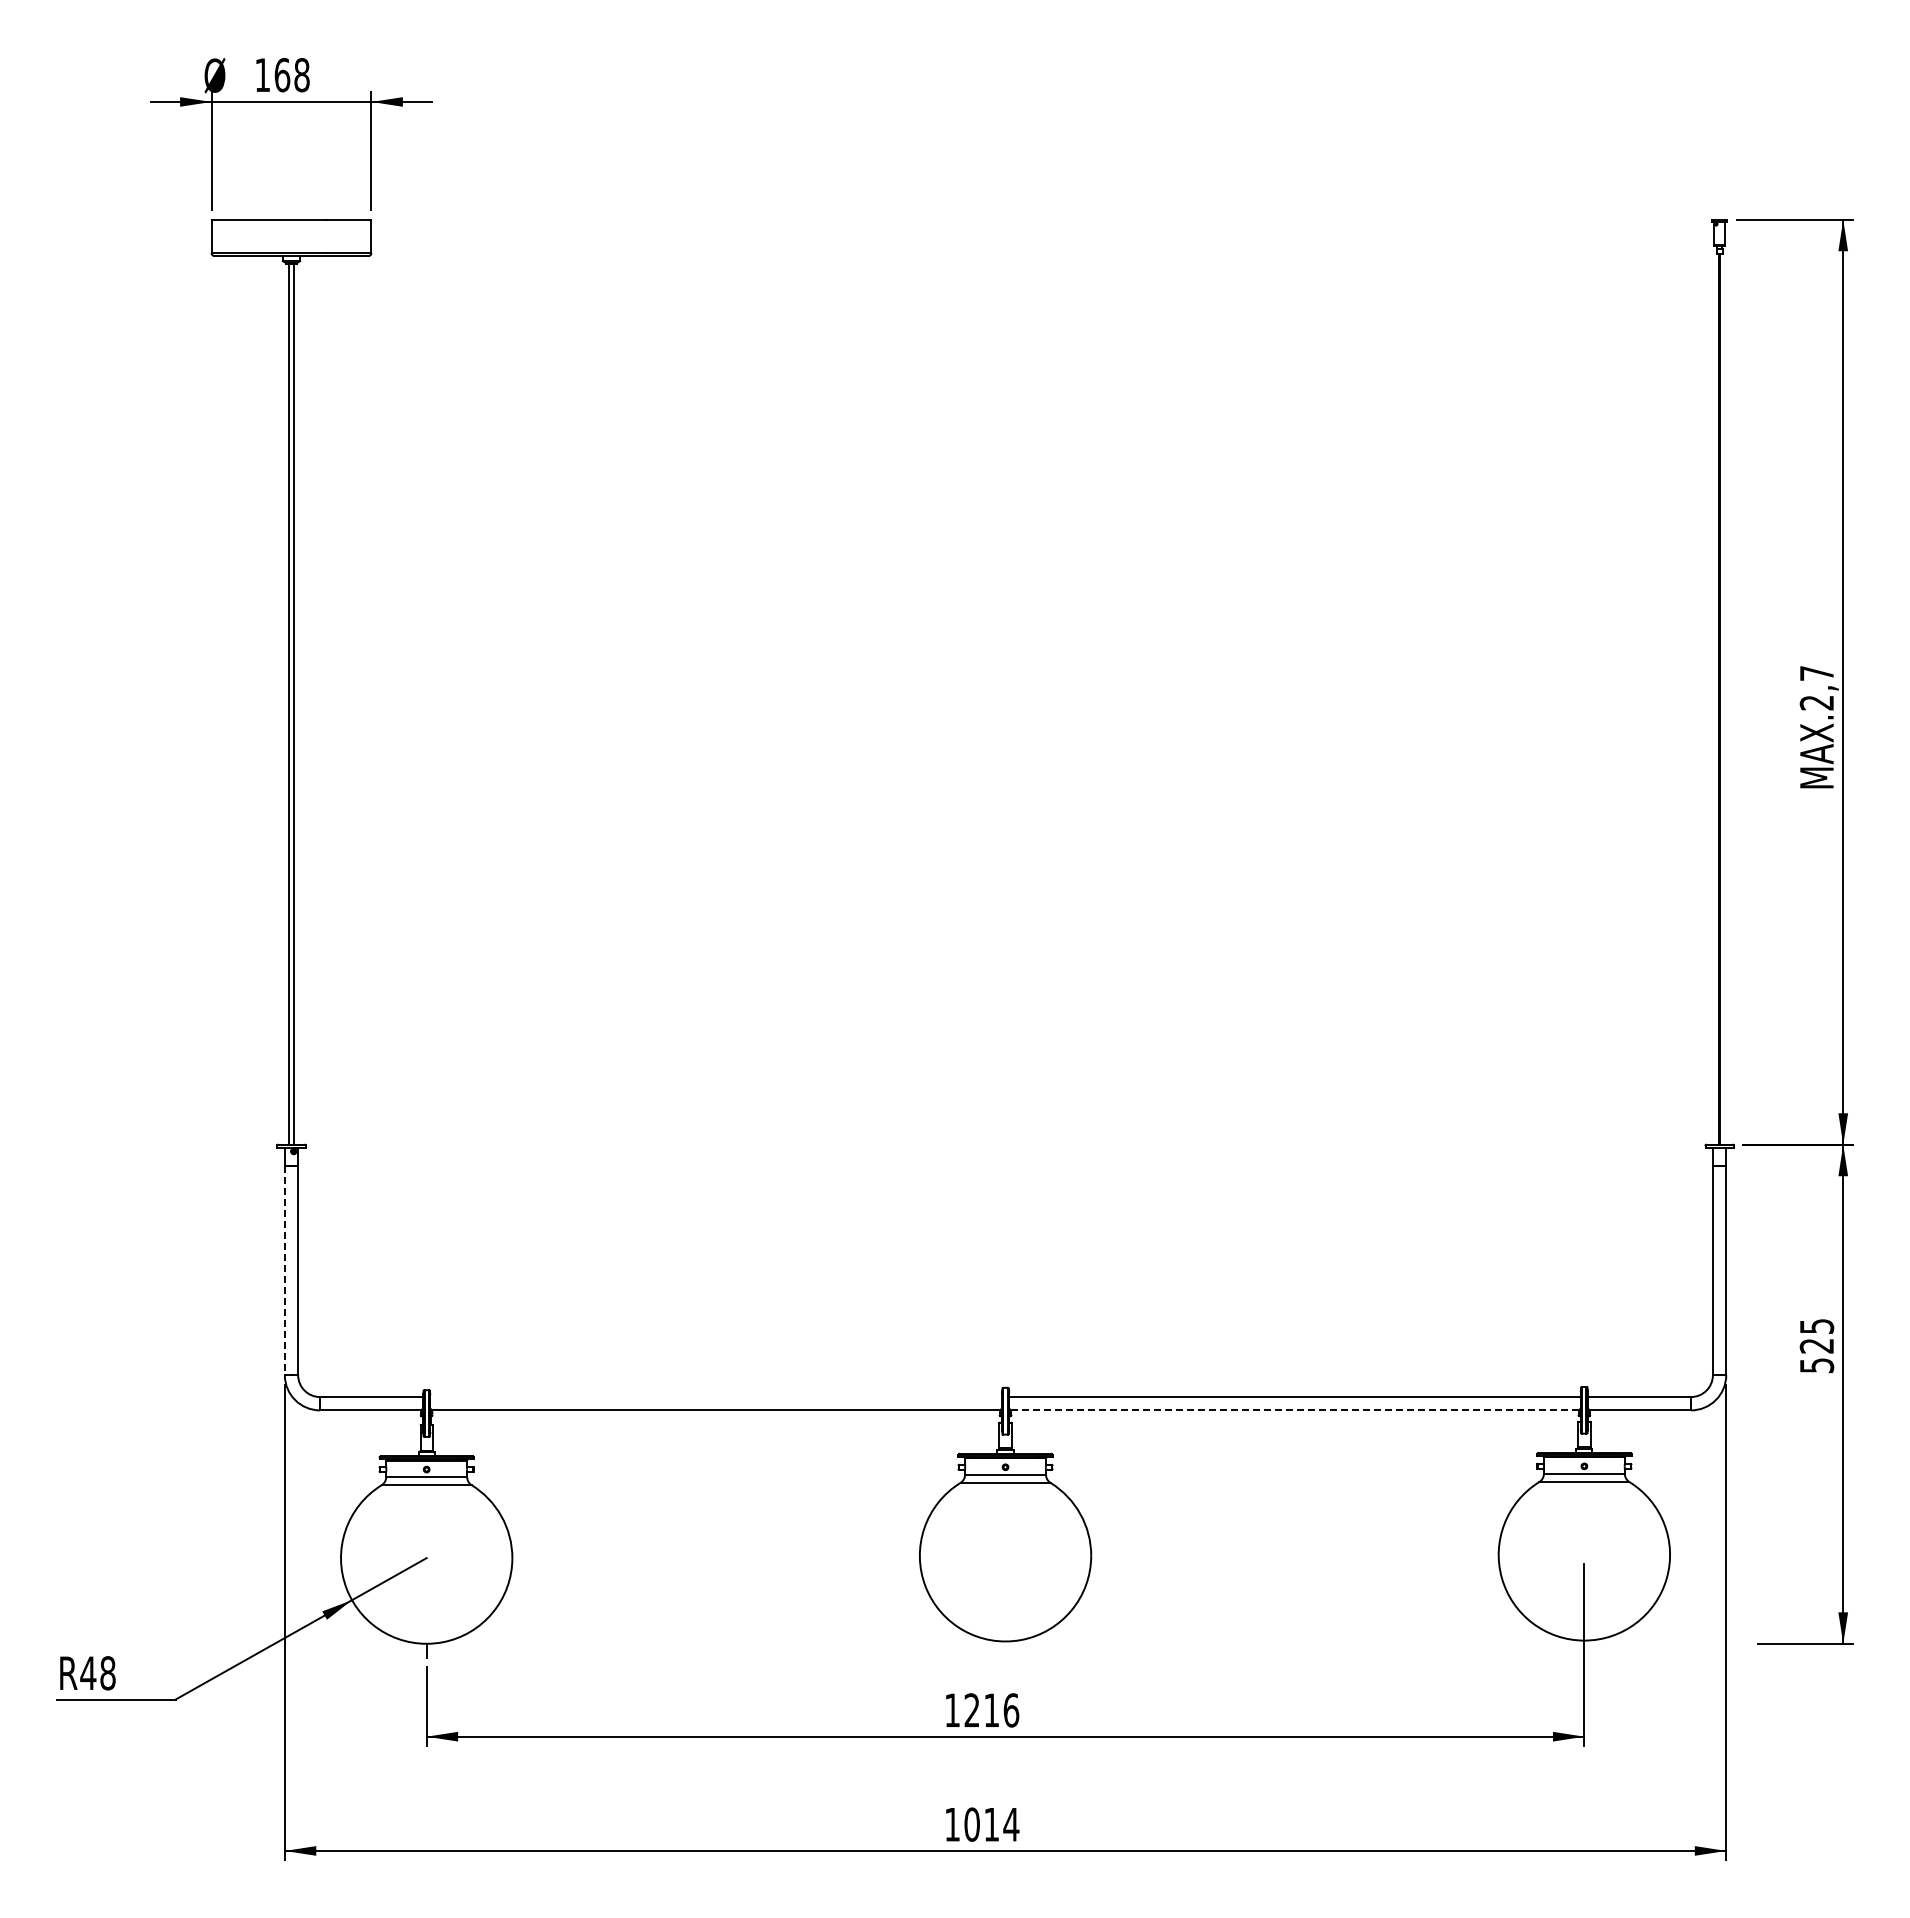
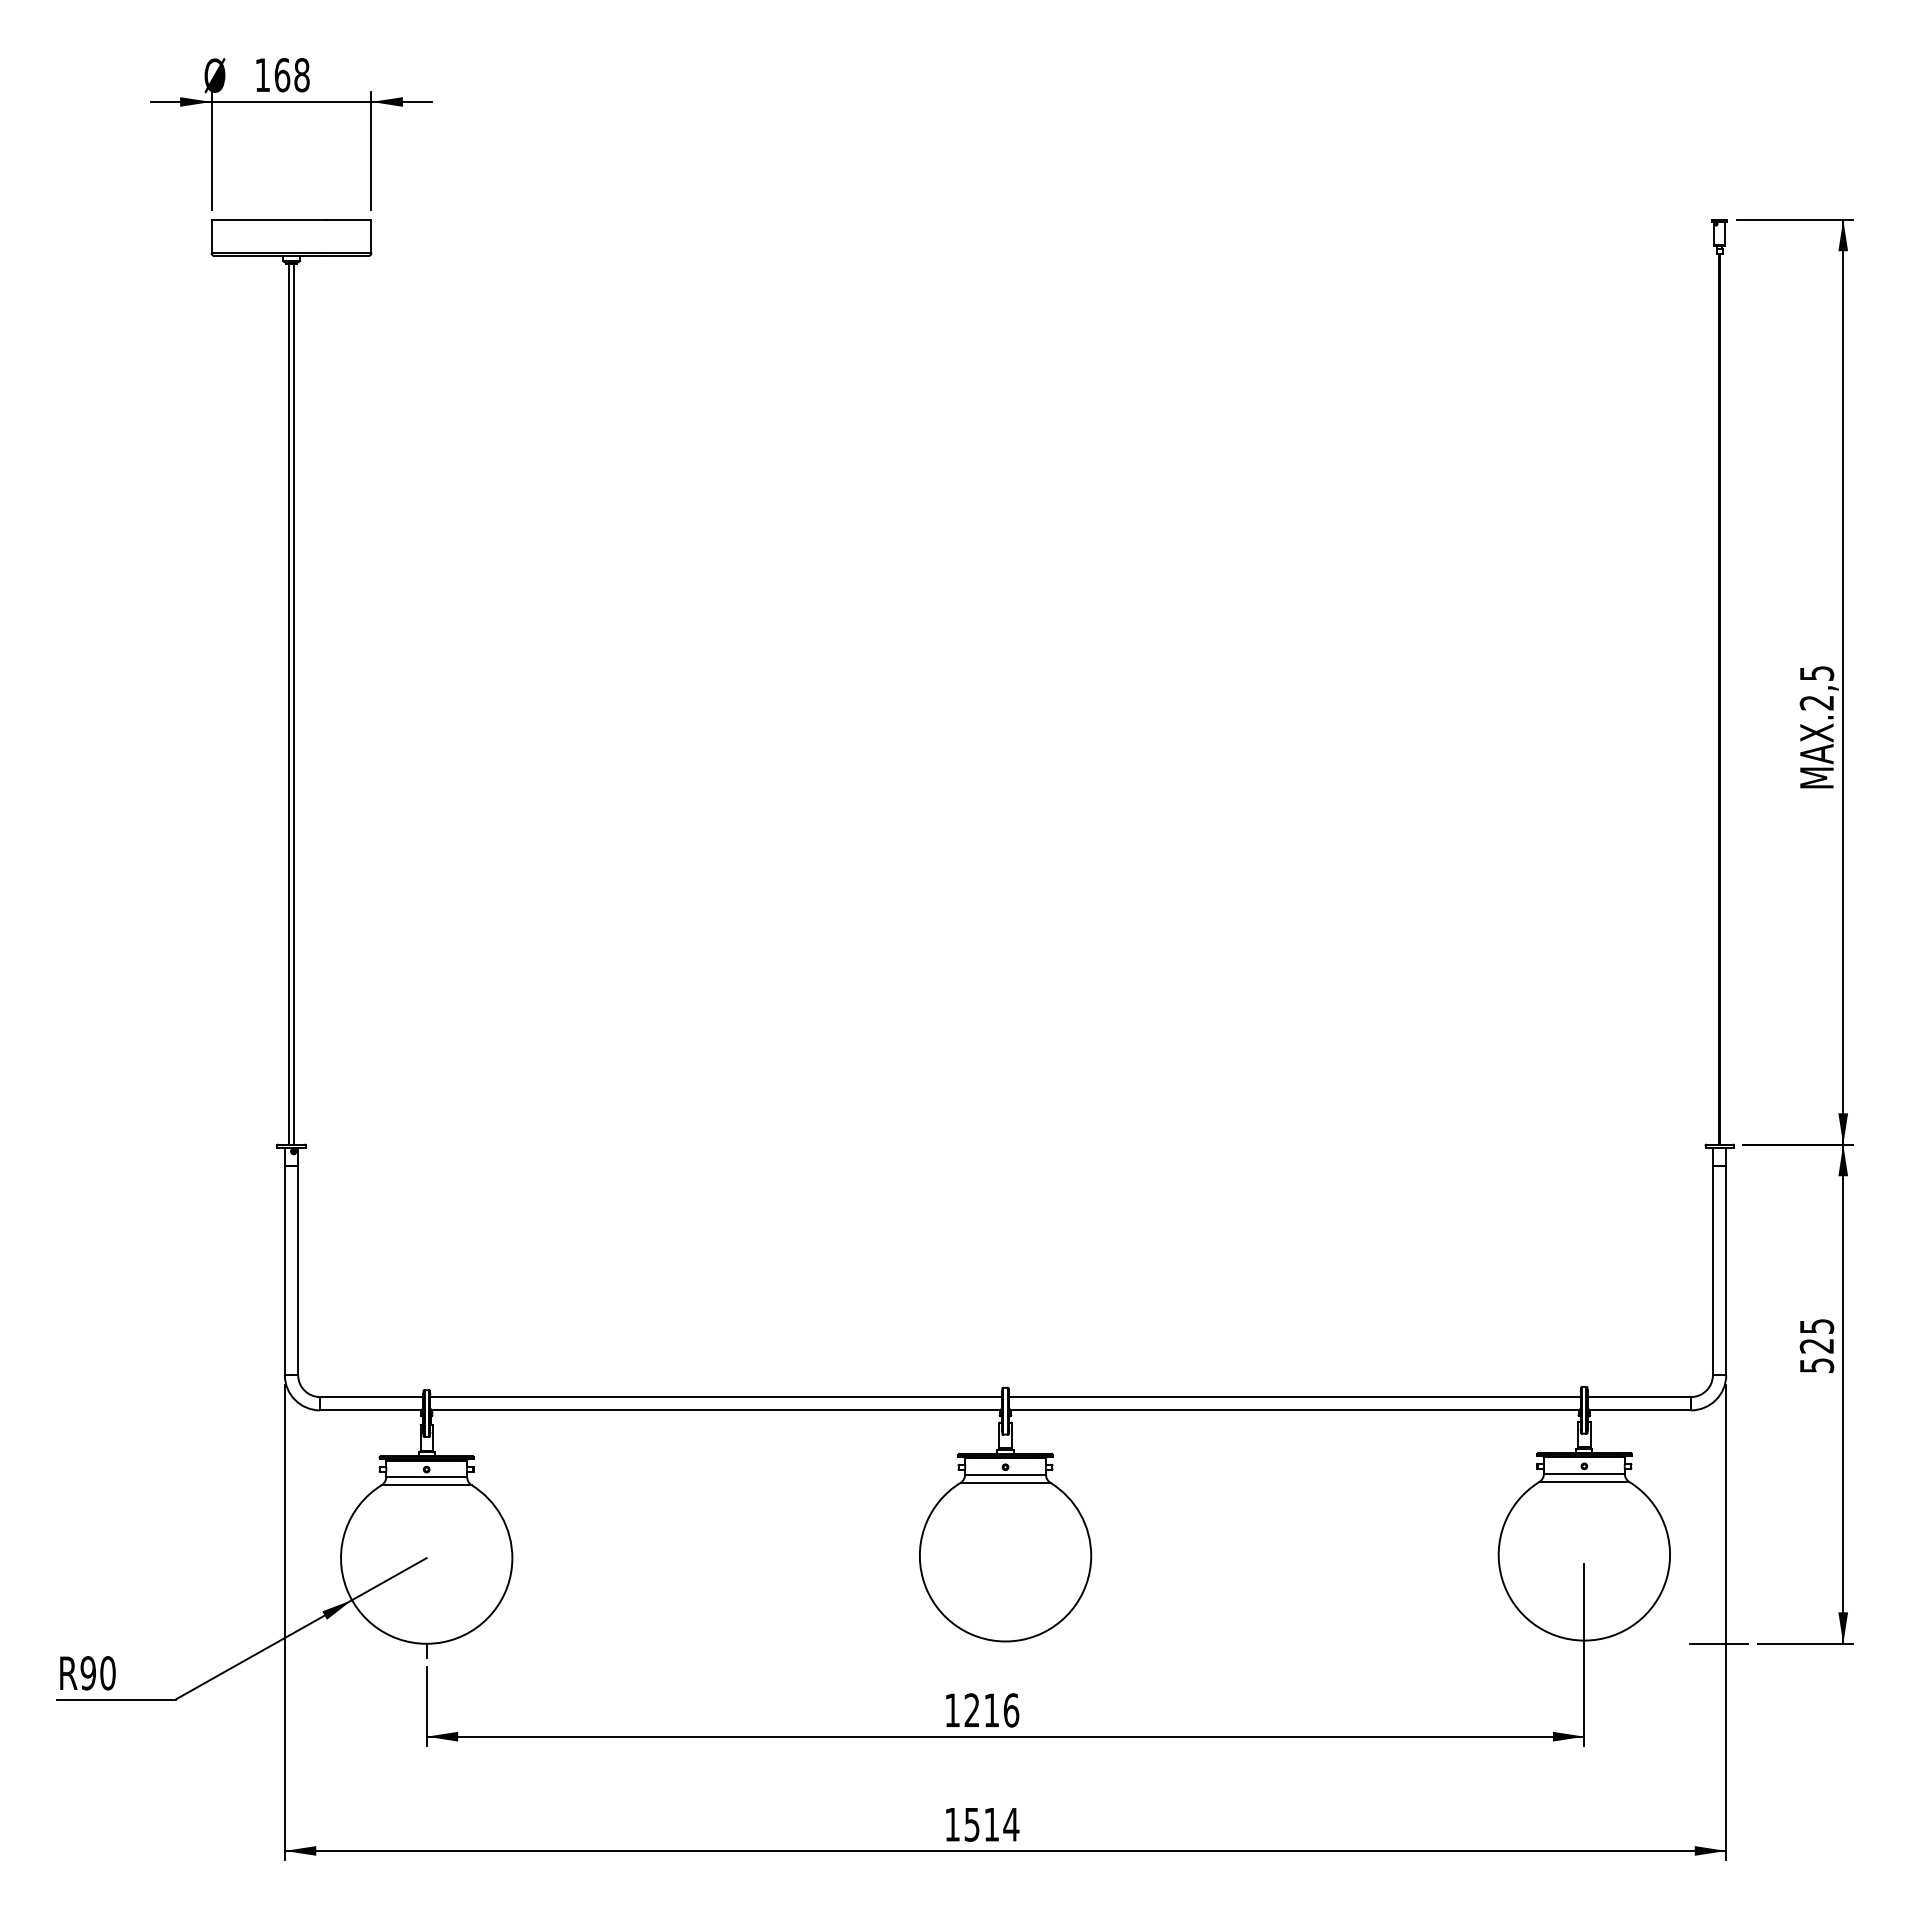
text at (1817, 673): MAX.2,7 -> MAX.2,5
line at (284, 1270): dashed -> solid
line at (715, 1397): none -> present
line at (1294, 1410): dashed -> solid
line at (1719, 1643): none -> present
text at (97, 1673): R48 -> R90
text at (971, 1824): 1014 -> 1514
